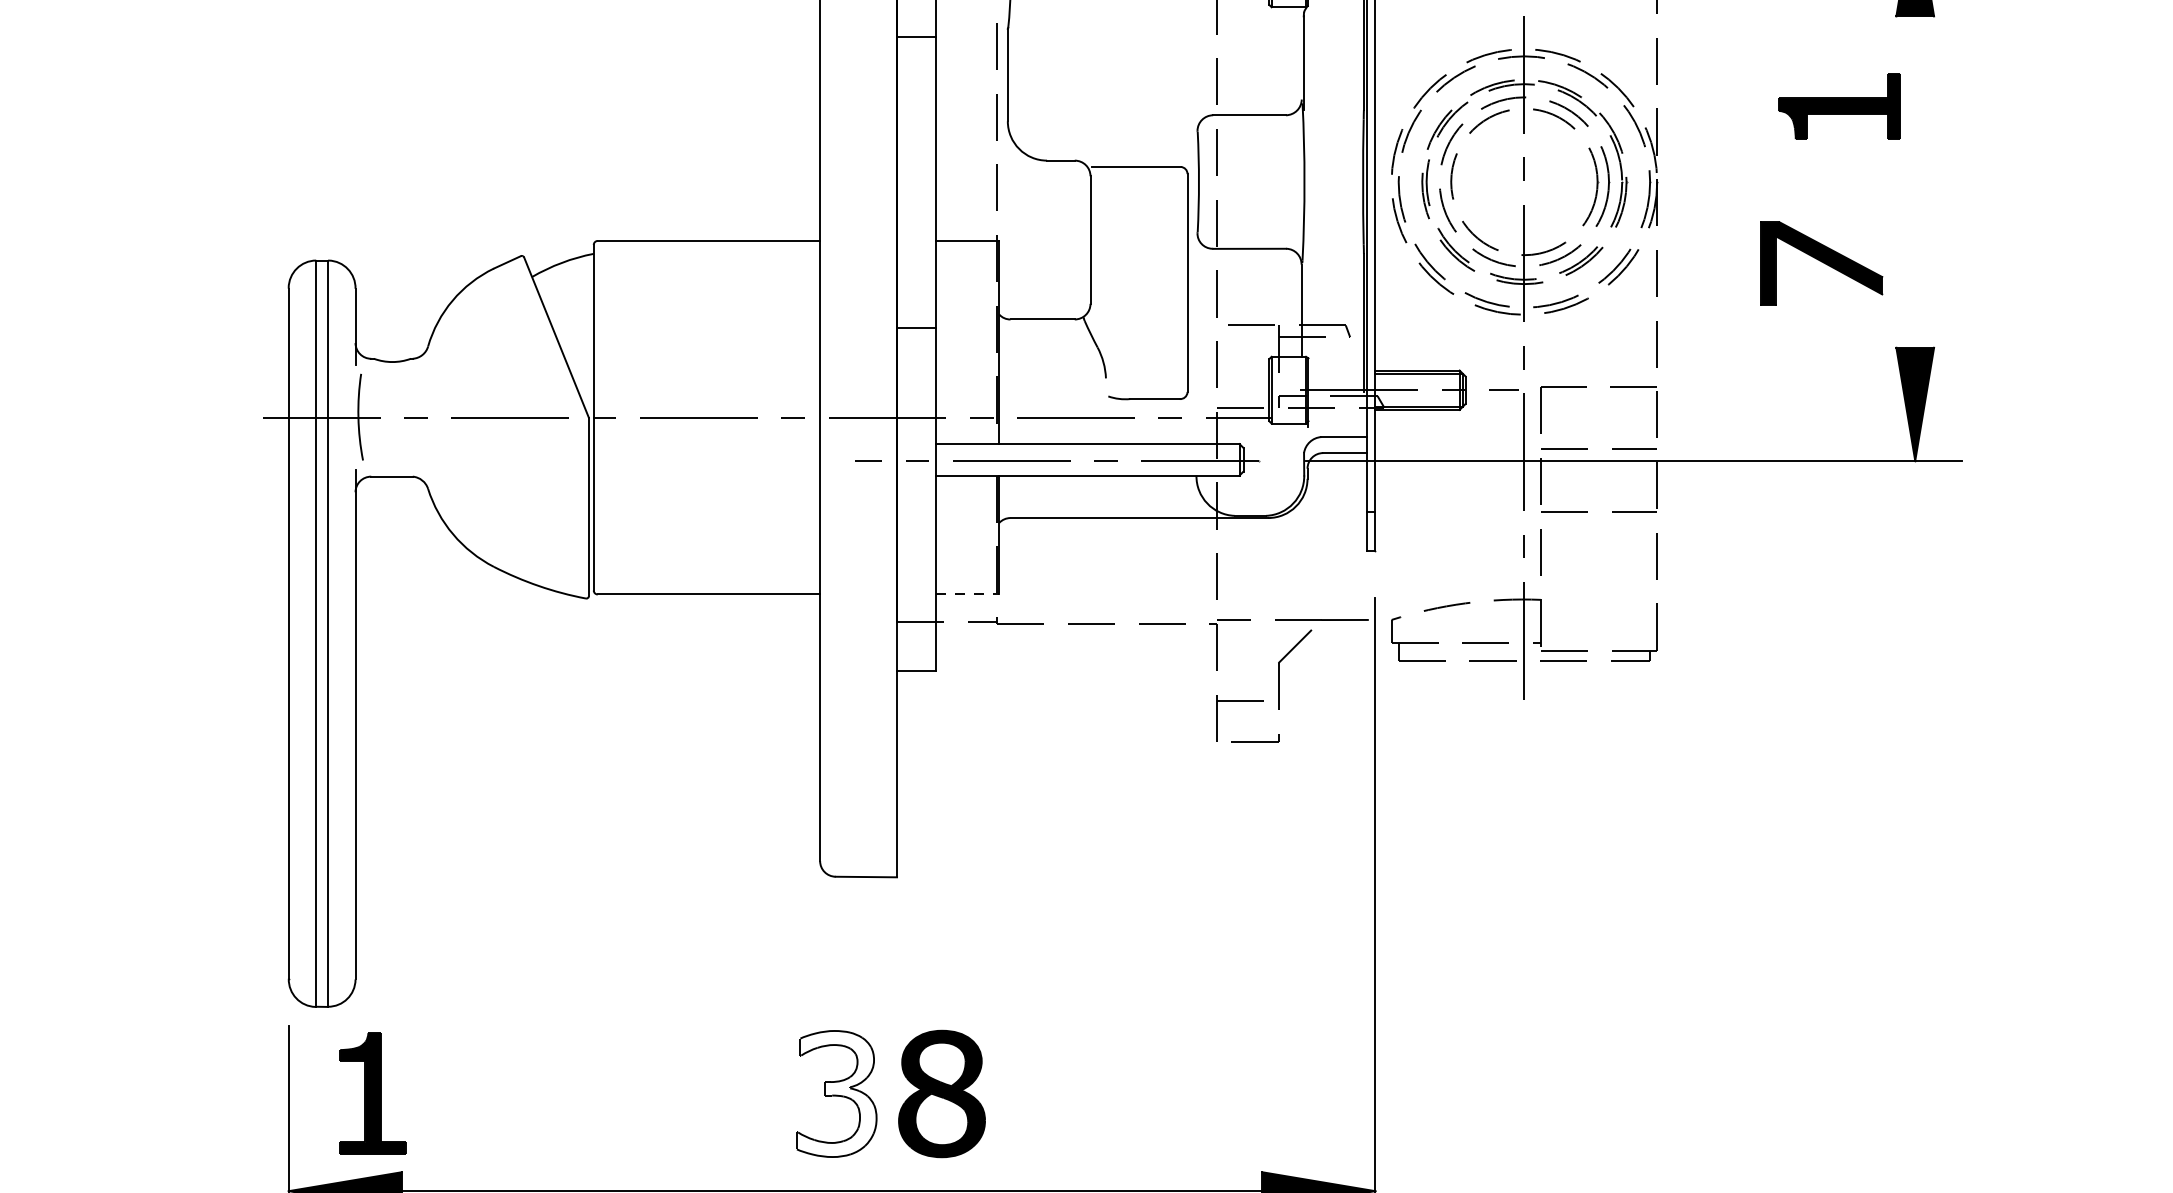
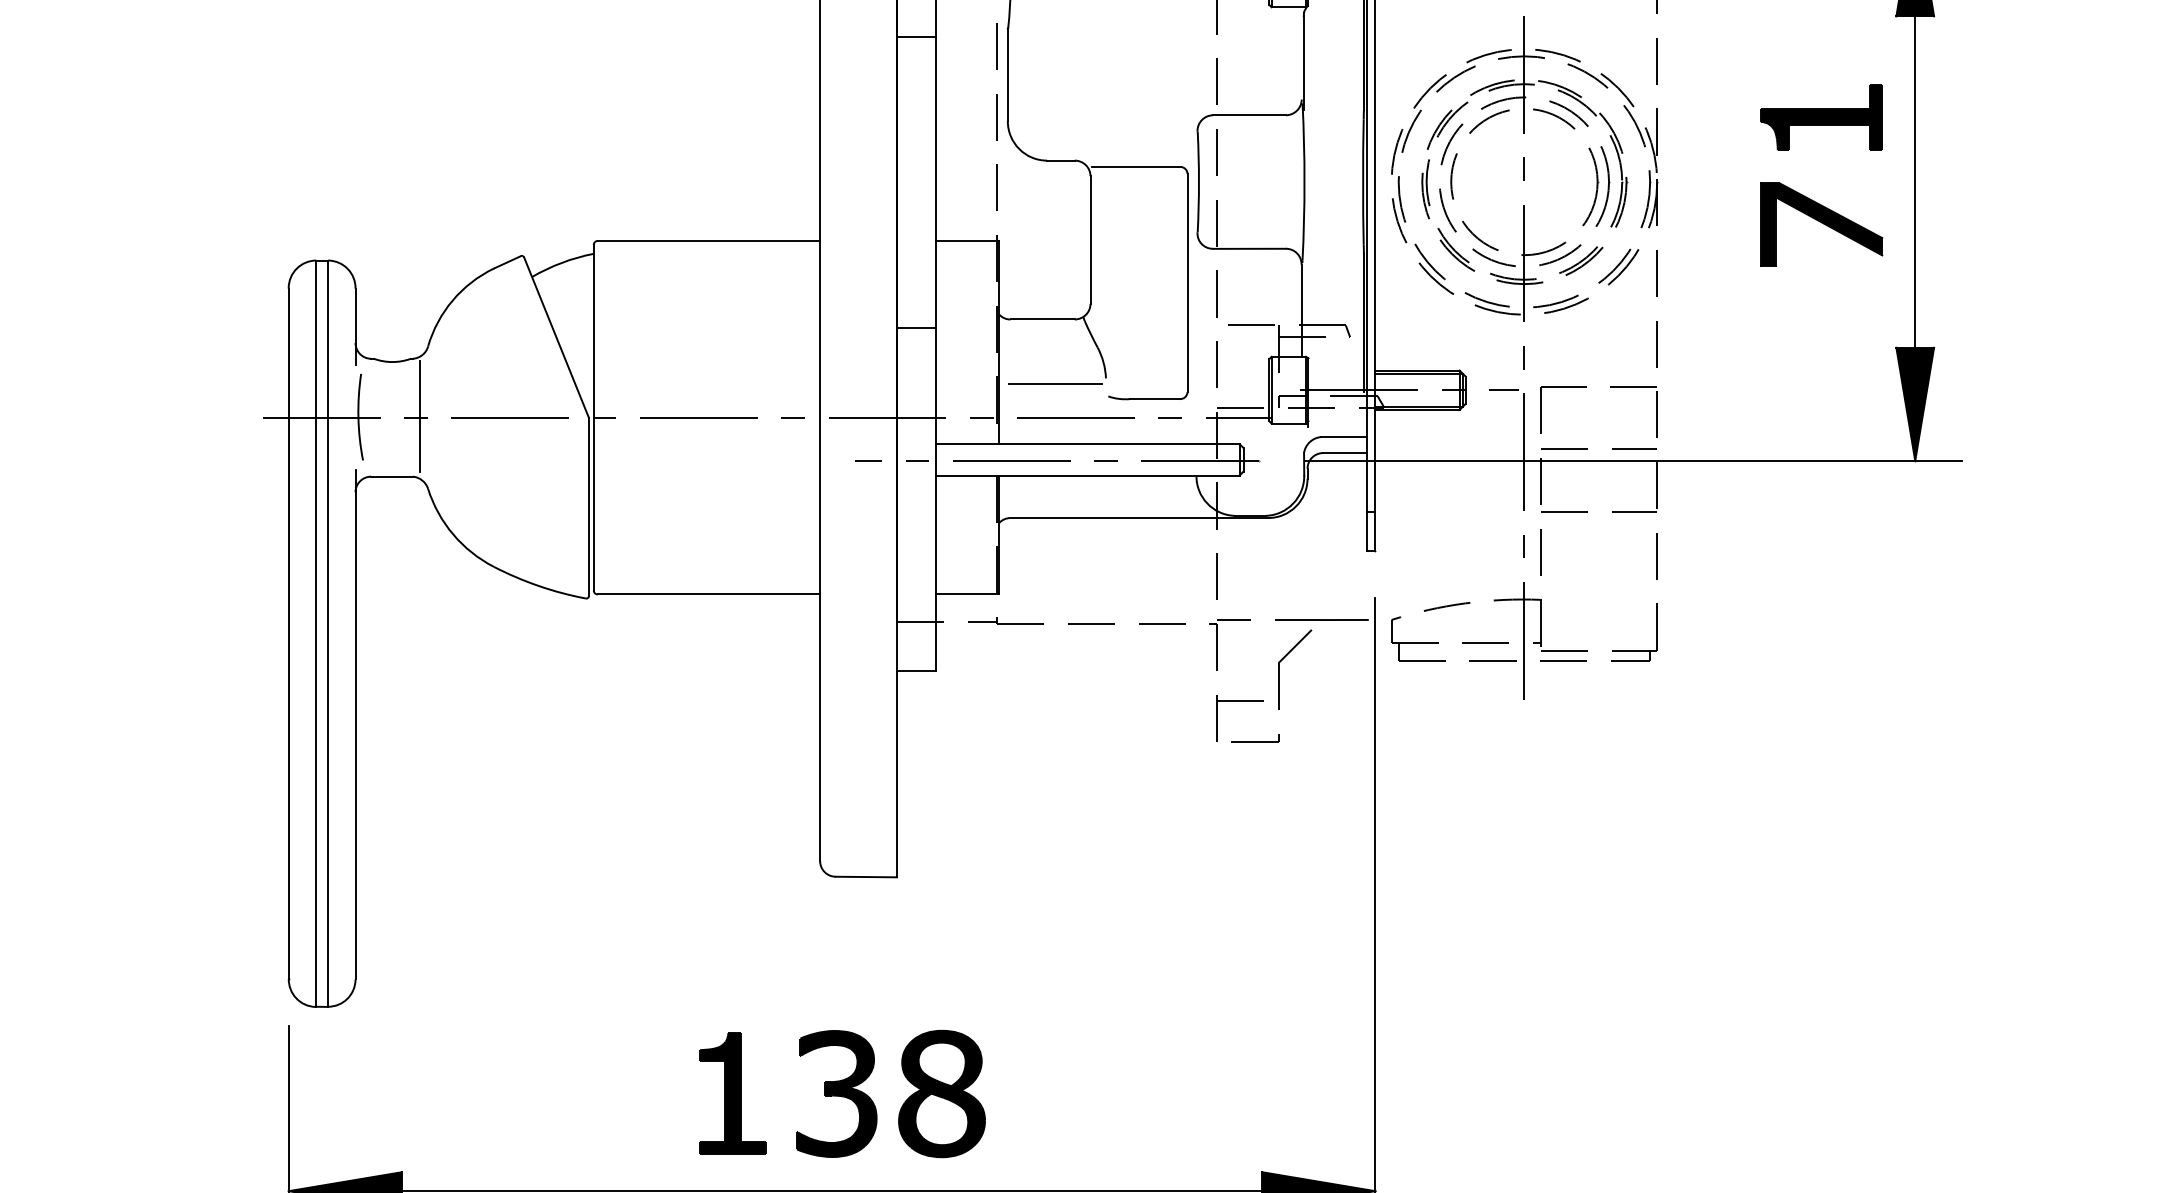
part at (1839, 106) position: (1839, 106) -> (1821, 117)
line at (1915, 181): none -> present
part at (1821, 263) position: (1821, 263) -> (1821, 224)
line at (1054, 383): none -> present
line at (419, 416): none -> present
line at (968, 594): dashed -> solid
part at (372, 1093) position: (372, 1093) -> (732, 1093)
fill at (836, 1093): none -> present
